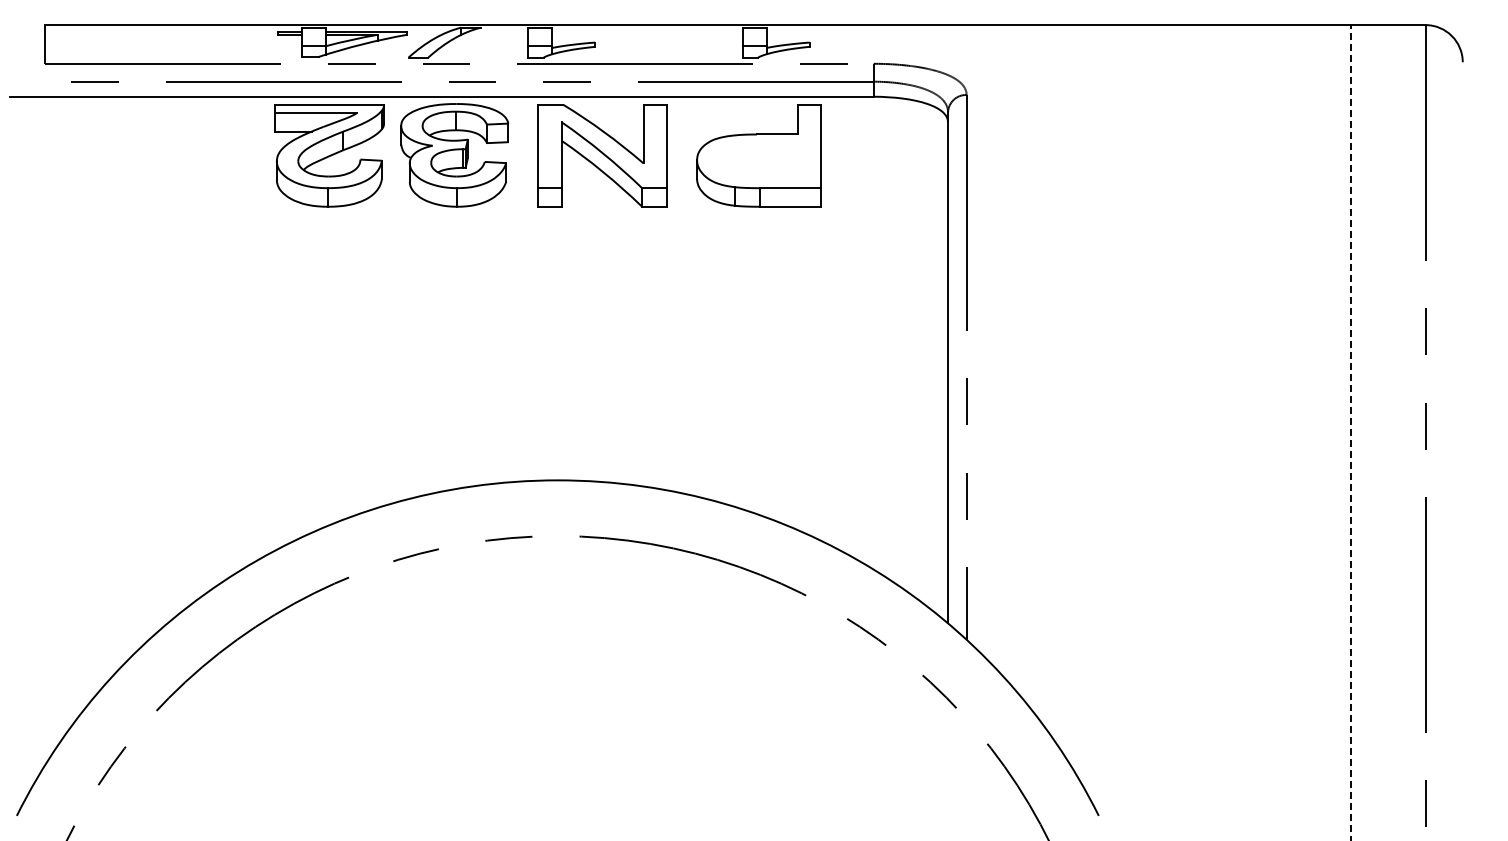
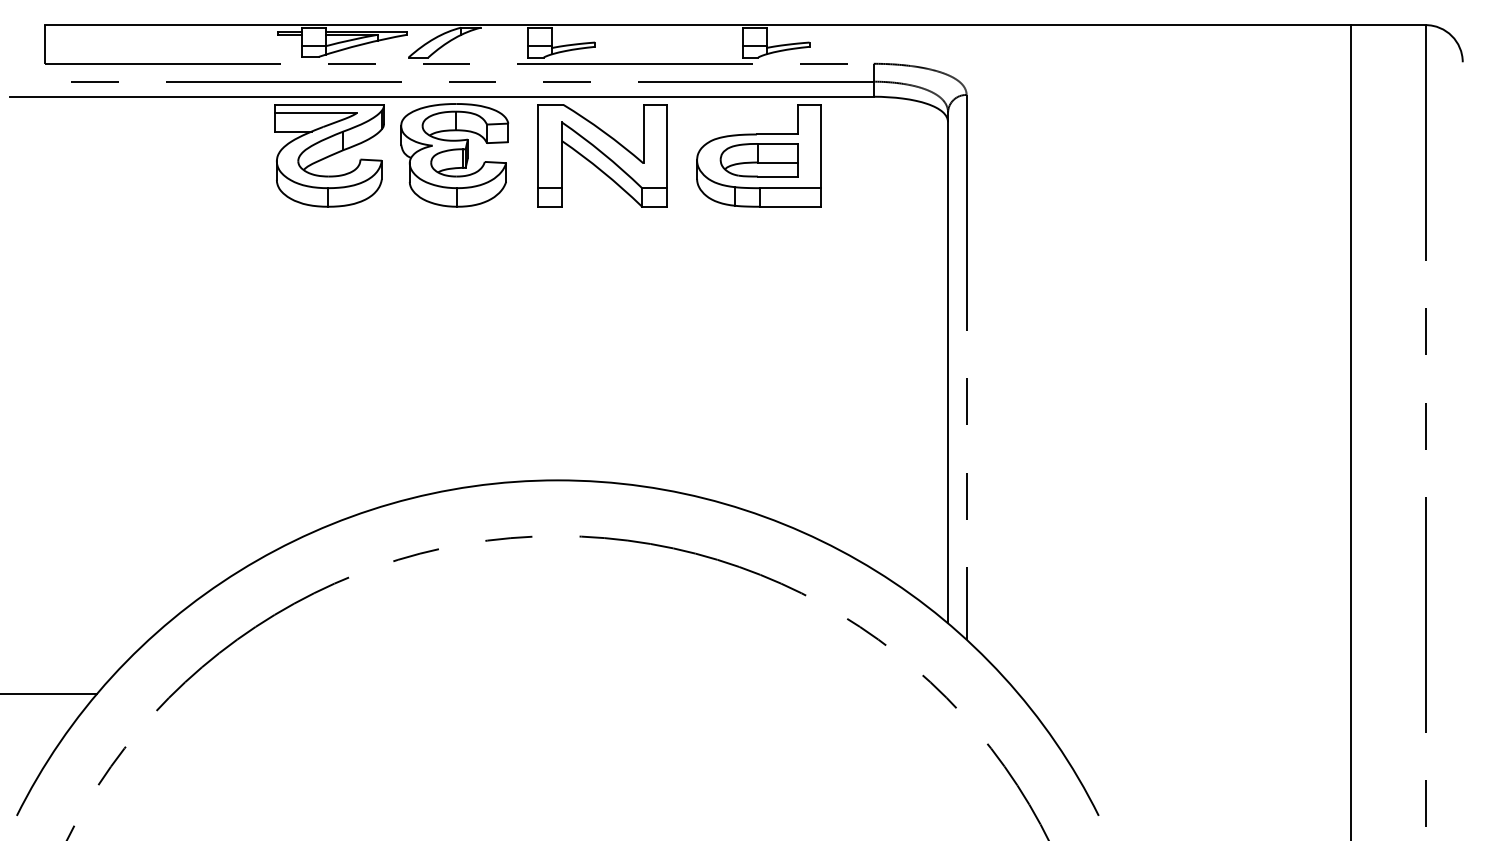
part at (758, 160): none -> present
line at (1351, 432): dashed -> solid
line at (49, 694): none -> present
